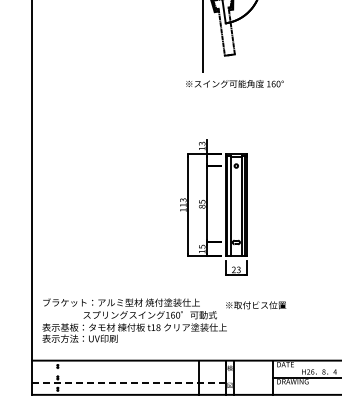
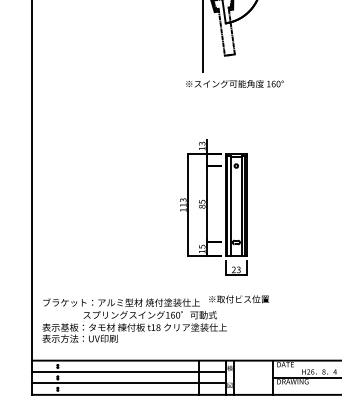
text at (256, 305) position: (256, 305) -> (239, 299)
line at (128, 372): none -> present
line at (129, 383): dashed -> solid
